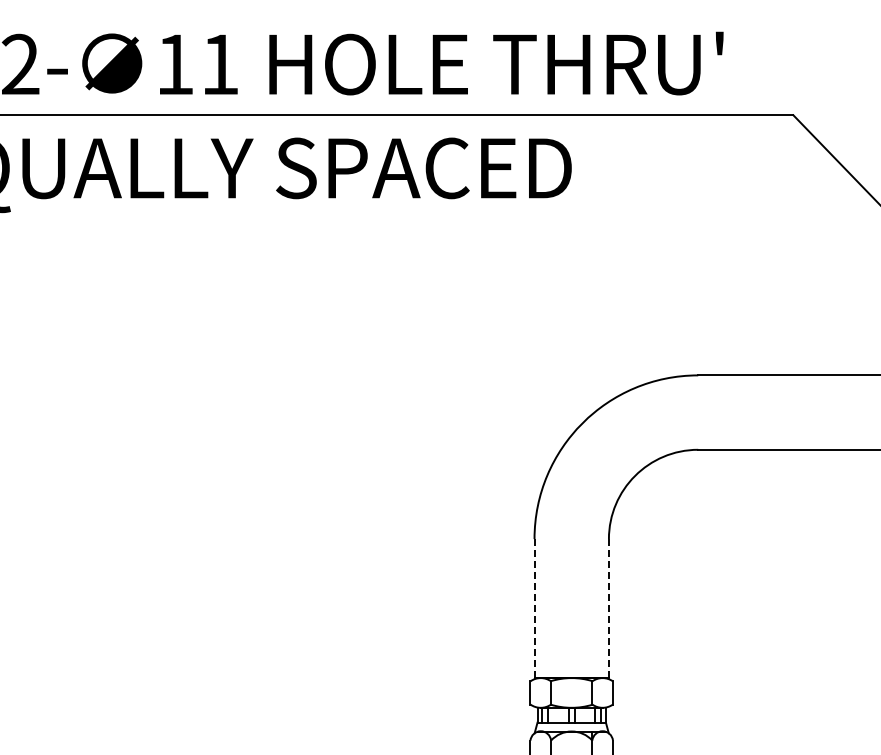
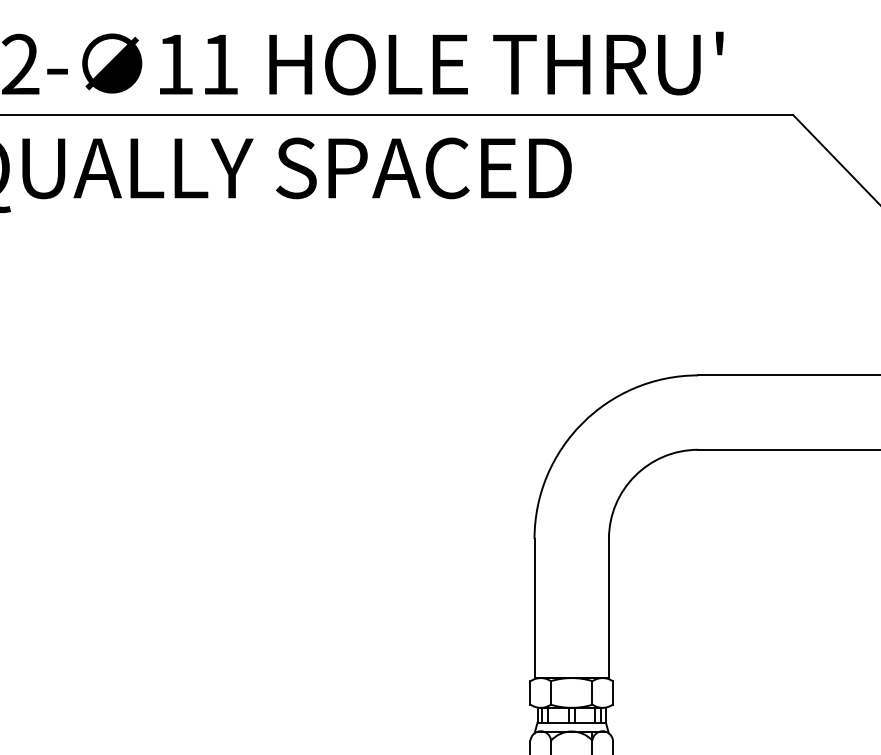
line at (534, 608): dashed -> solid
line at (608, 608): dashed -> solid
